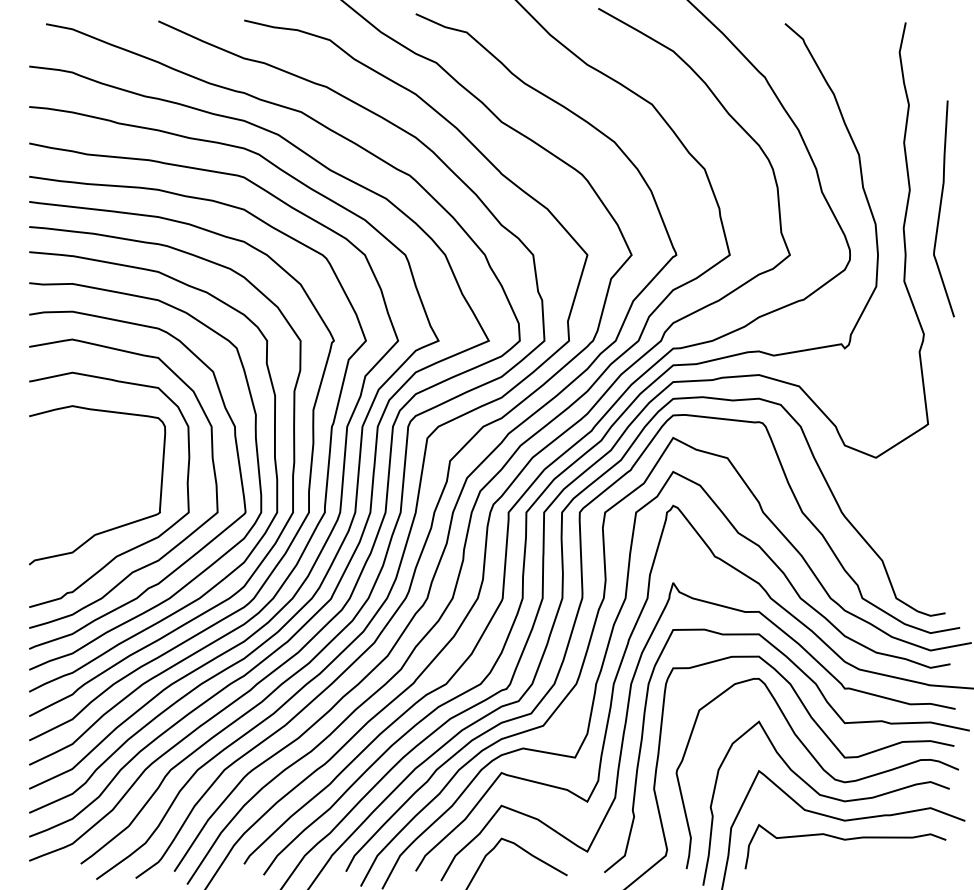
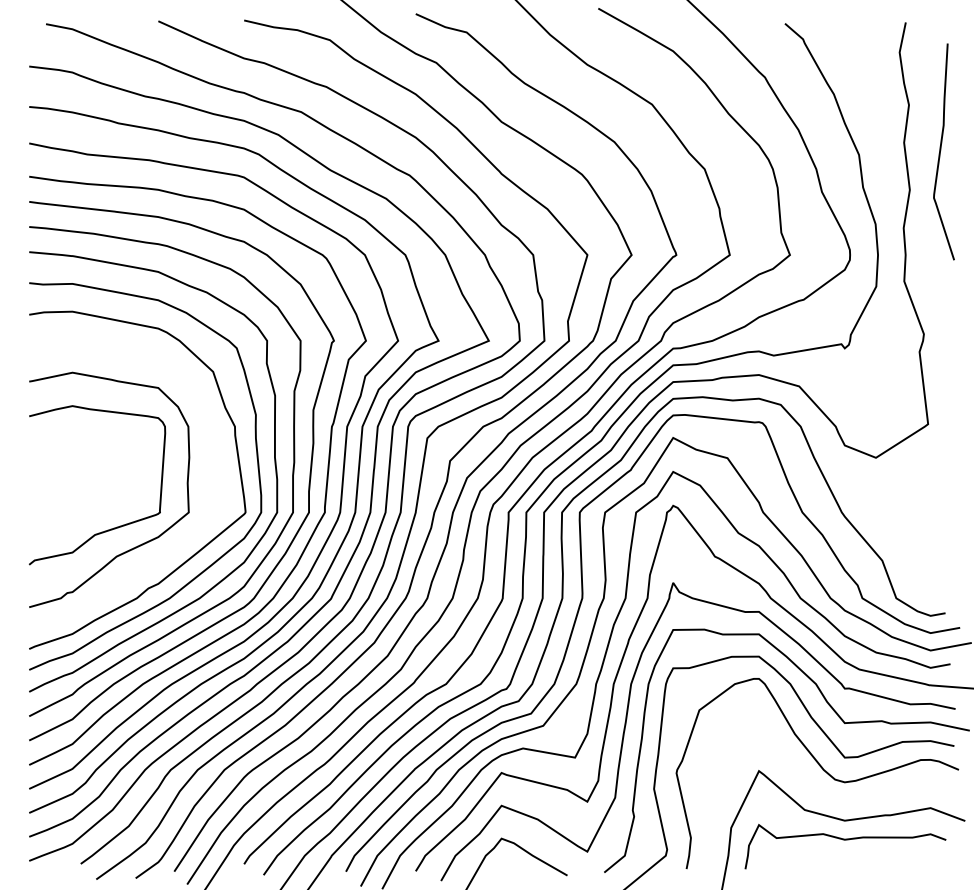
curve at (941, 207) position: (941, 207) -> (941, 150)
curve at (171, 548): present -> none
curve at (825, 797): present -> none
